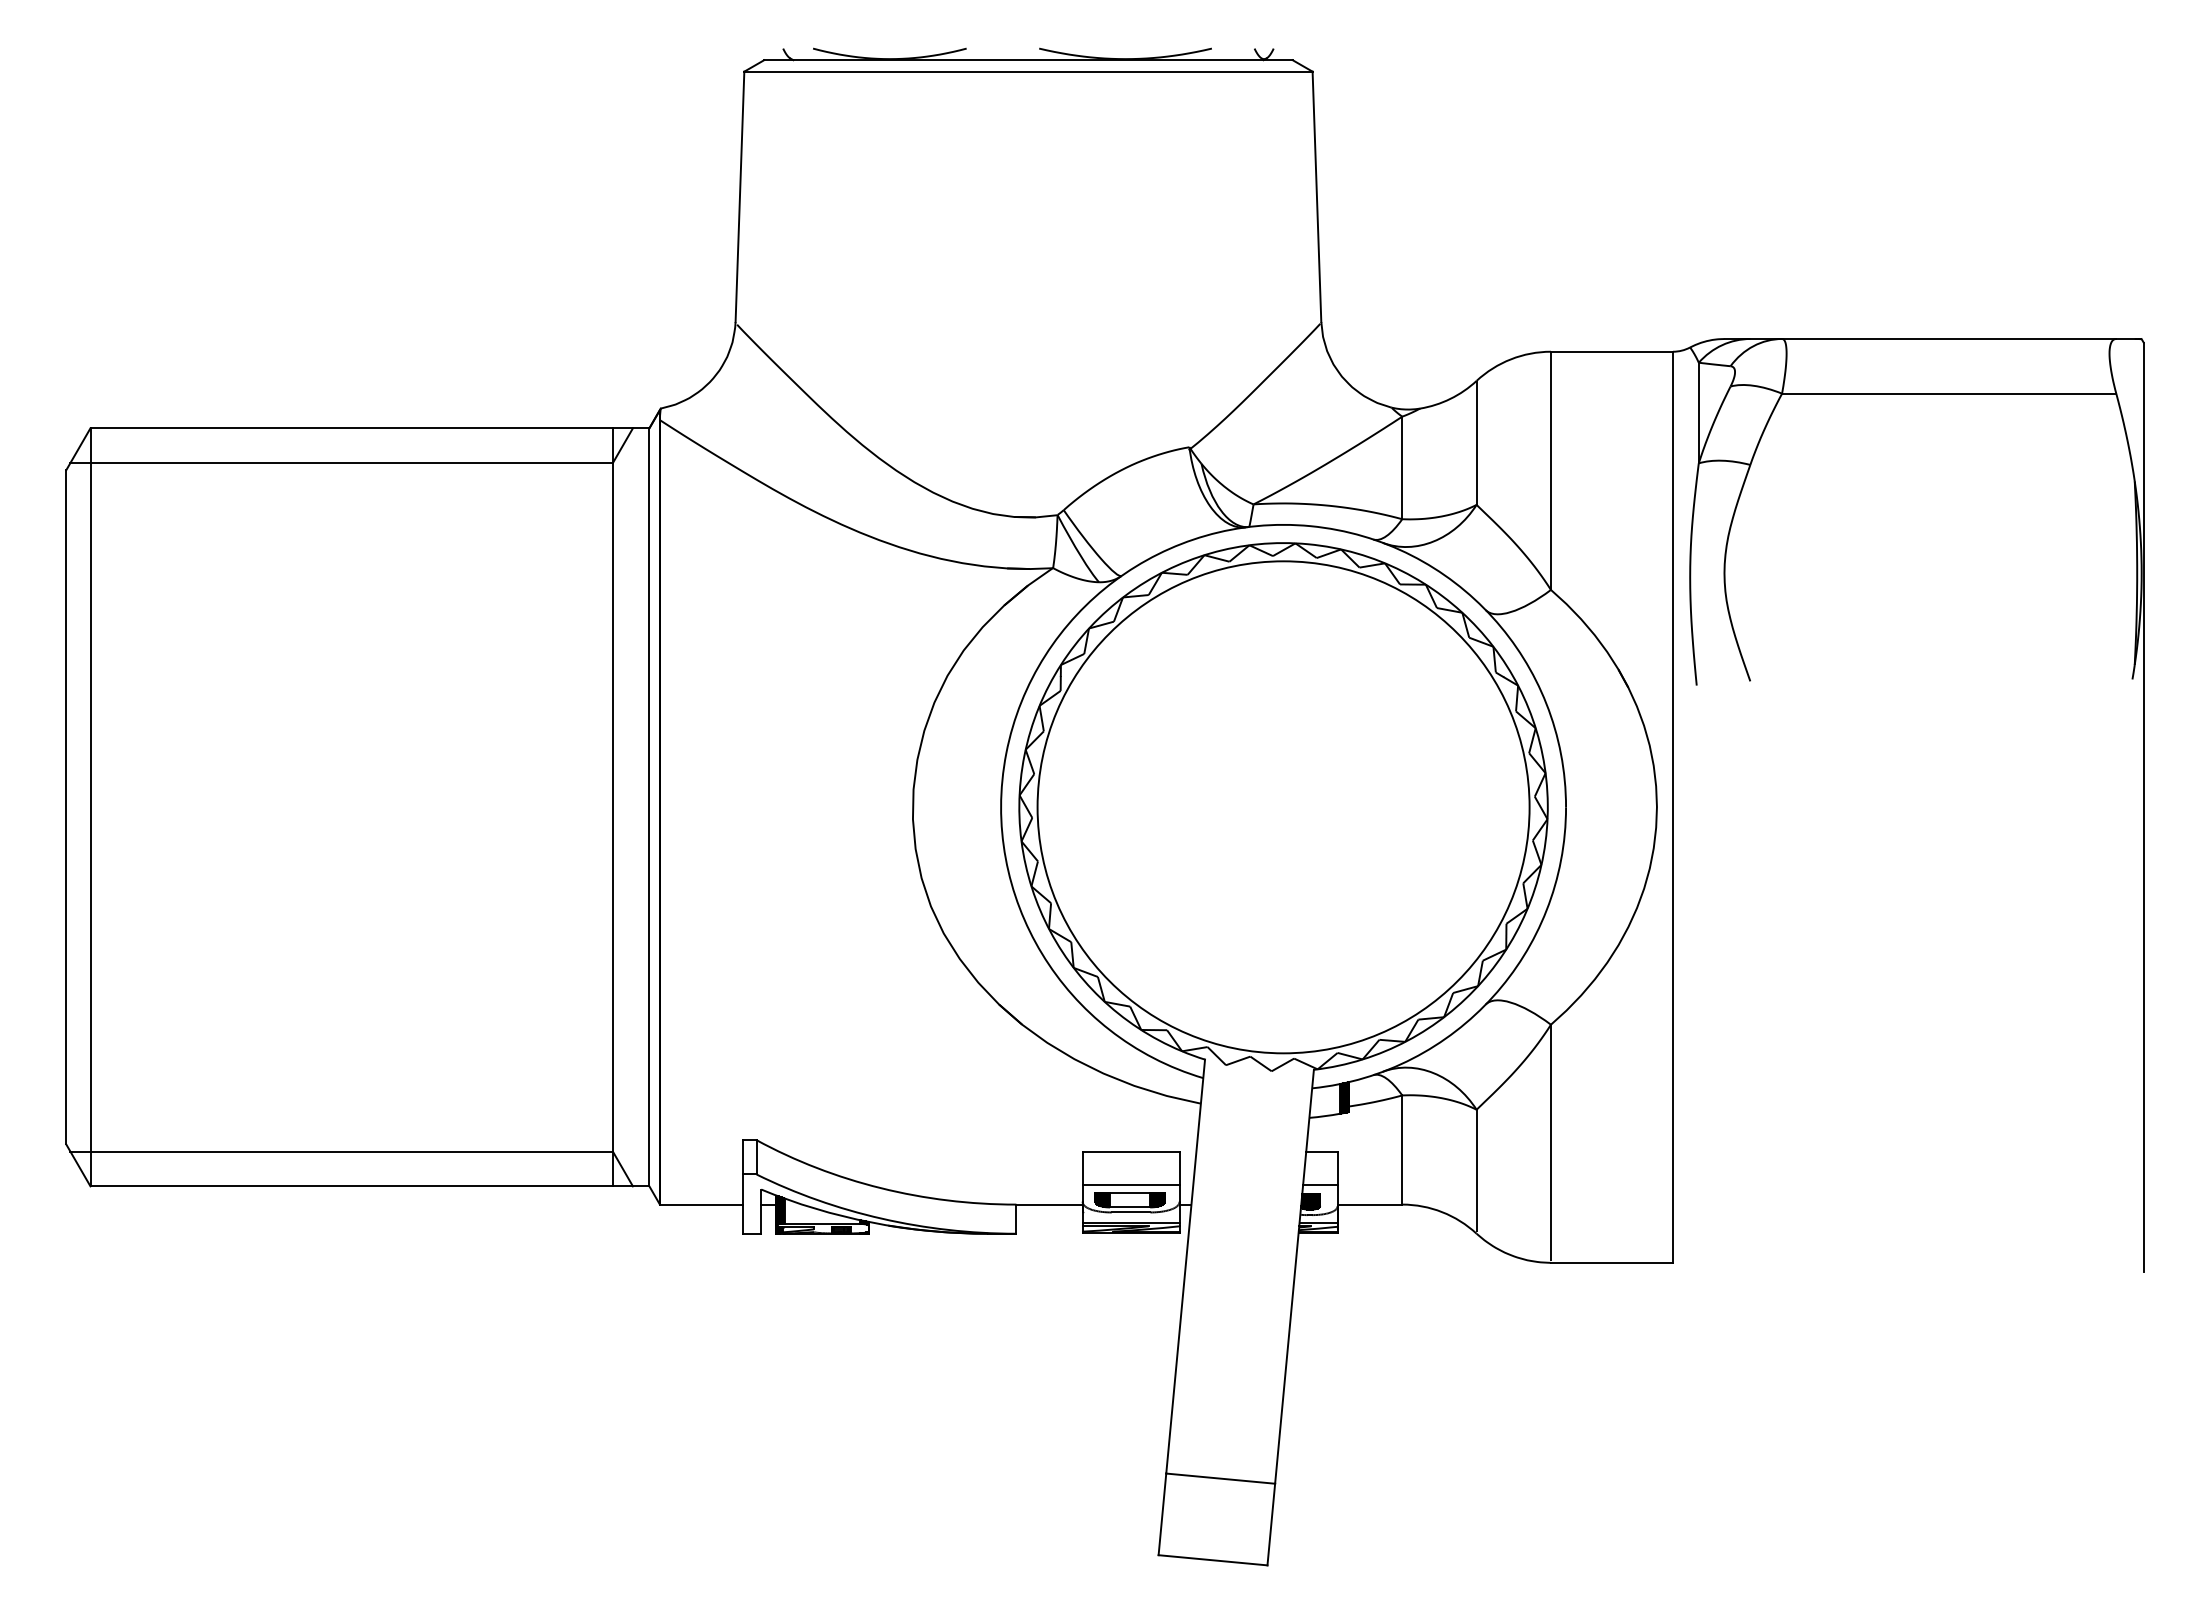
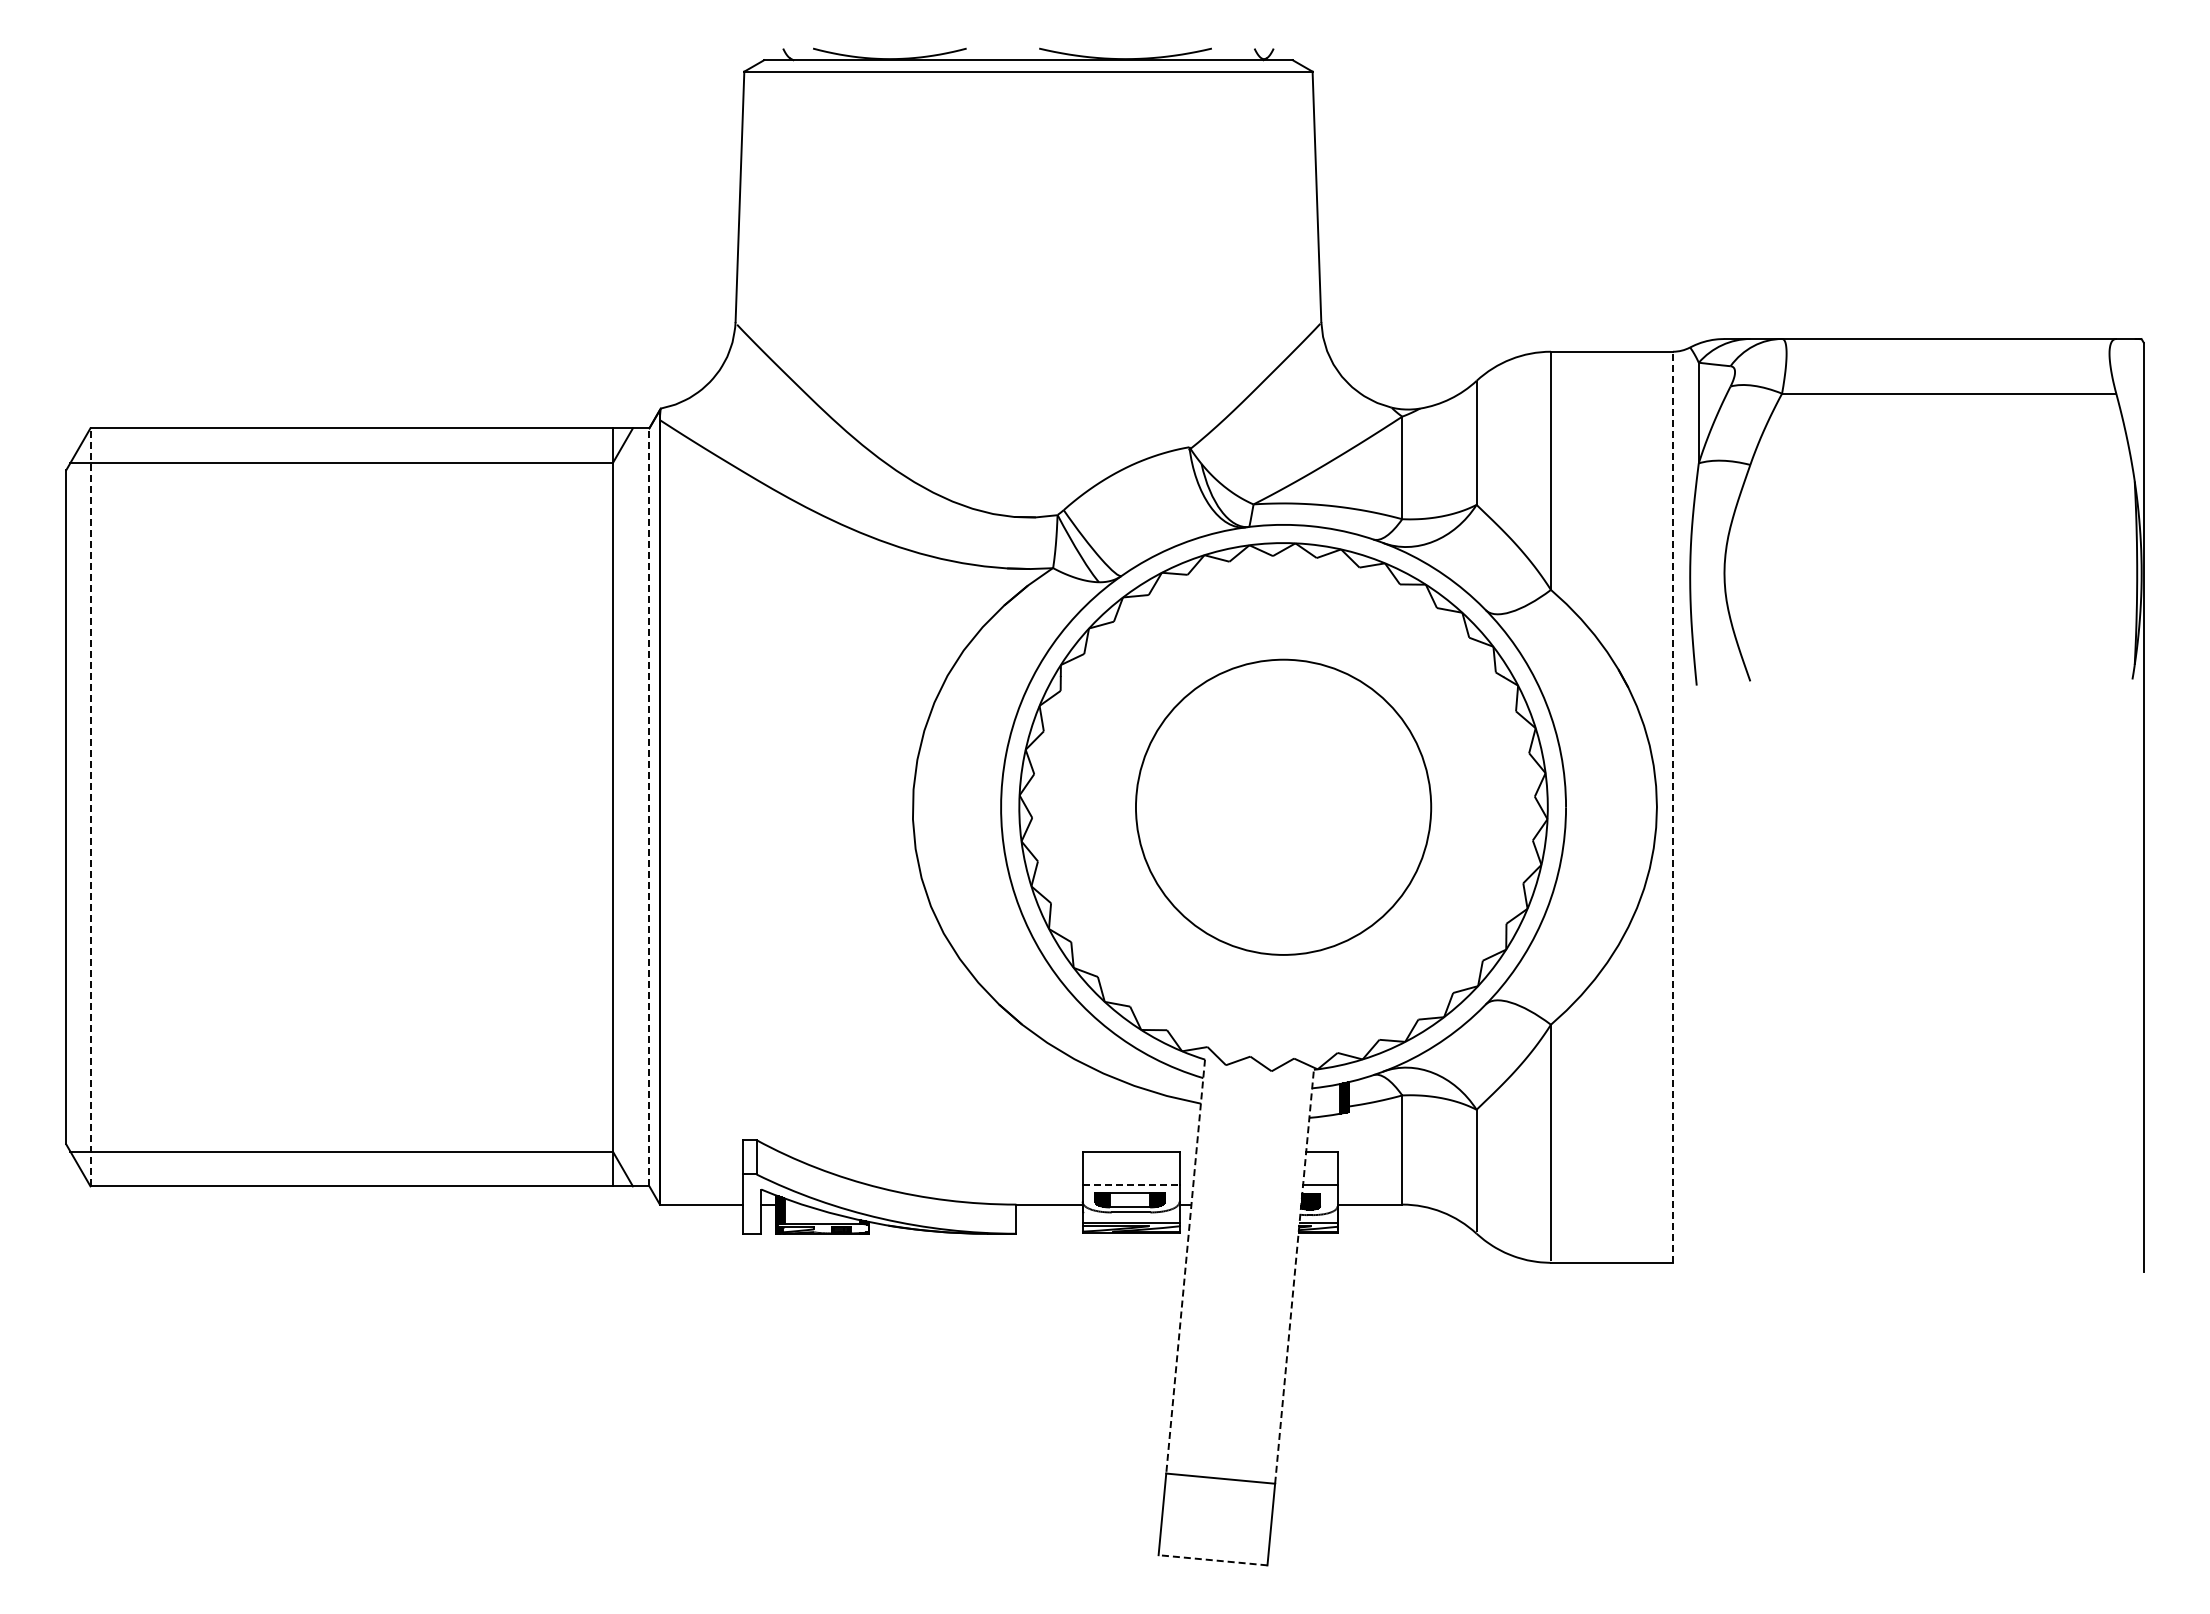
line at (90, 806): solid -> dashed
line at (649, 806): solid -> dashed
circle at (1283, 807) diameter: 492 px -> 295 px
line at (1673, 807): solid -> dashed
line at (1131, 1185): solid -> dashed
line at (1185, 1266): solid -> dashed
line at (1294, 1276): solid -> dashed
line at (1213, 1560): solid -> dashed
